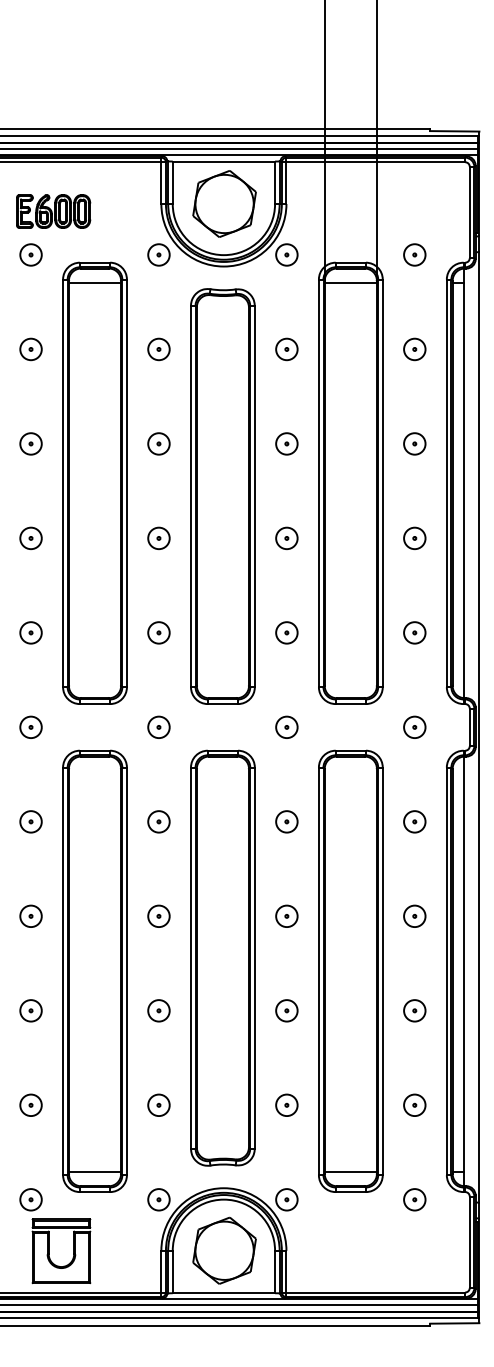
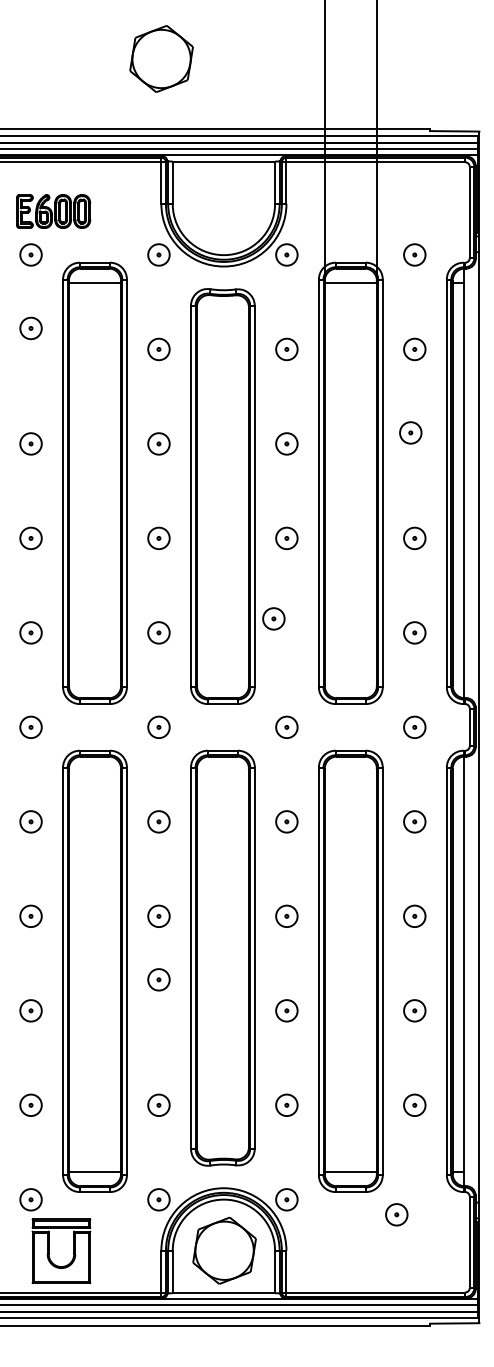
part at (224, 203) position: (224, 203) -> (161, 58)
part at (30, 349) position: (30, 349) -> (30, 328)
part at (414, 443) position: (414, 443) -> (410, 432)
part at (286, 632) position: (286, 632) -> (273, 618)
part at (158, 1010) position: (158, 1010) -> (158, 979)
part at (414, 1199) position: (414, 1199) -> (396, 1214)
